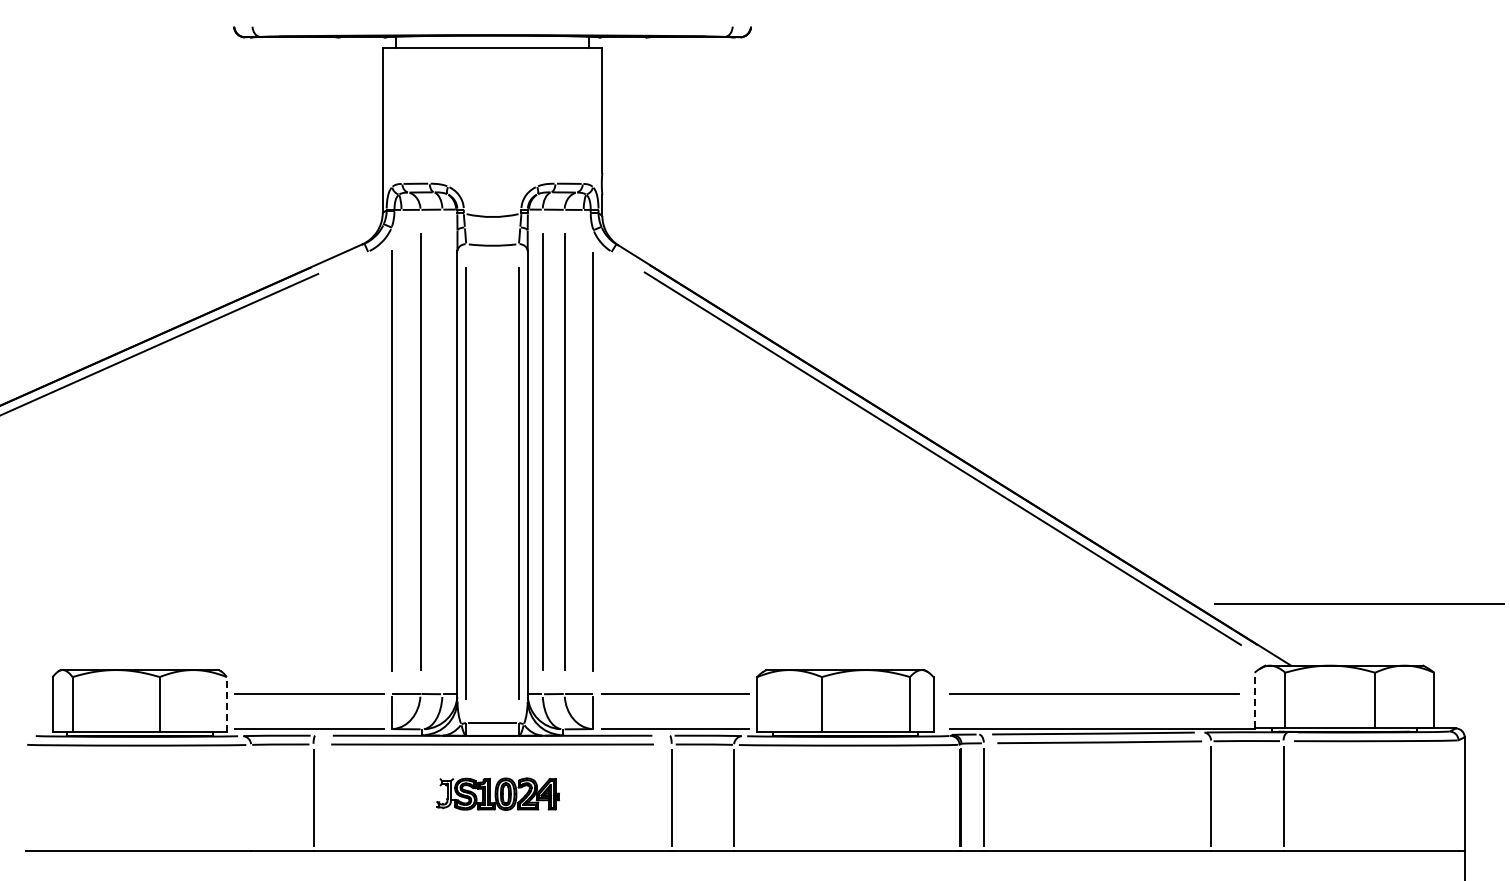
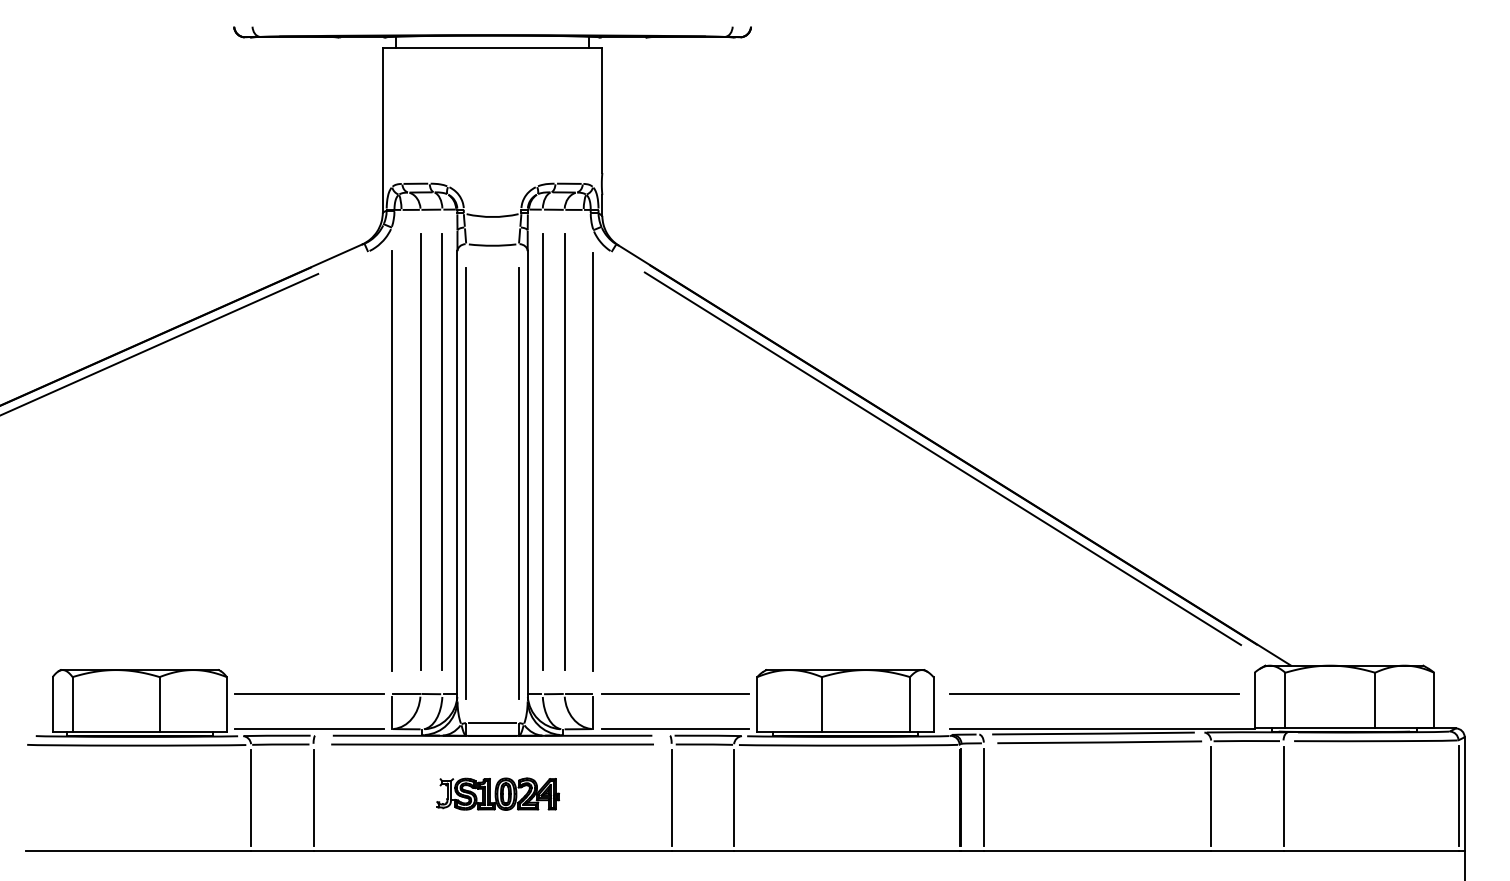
line at (441, 451): none -> present
line at (1359, 603): present -> none
line at (1254, 700): dashed -> solid
line at (226, 704): dashed -> solid
line at (1458, 795): none -> present
line at (251, 798): none -> present
